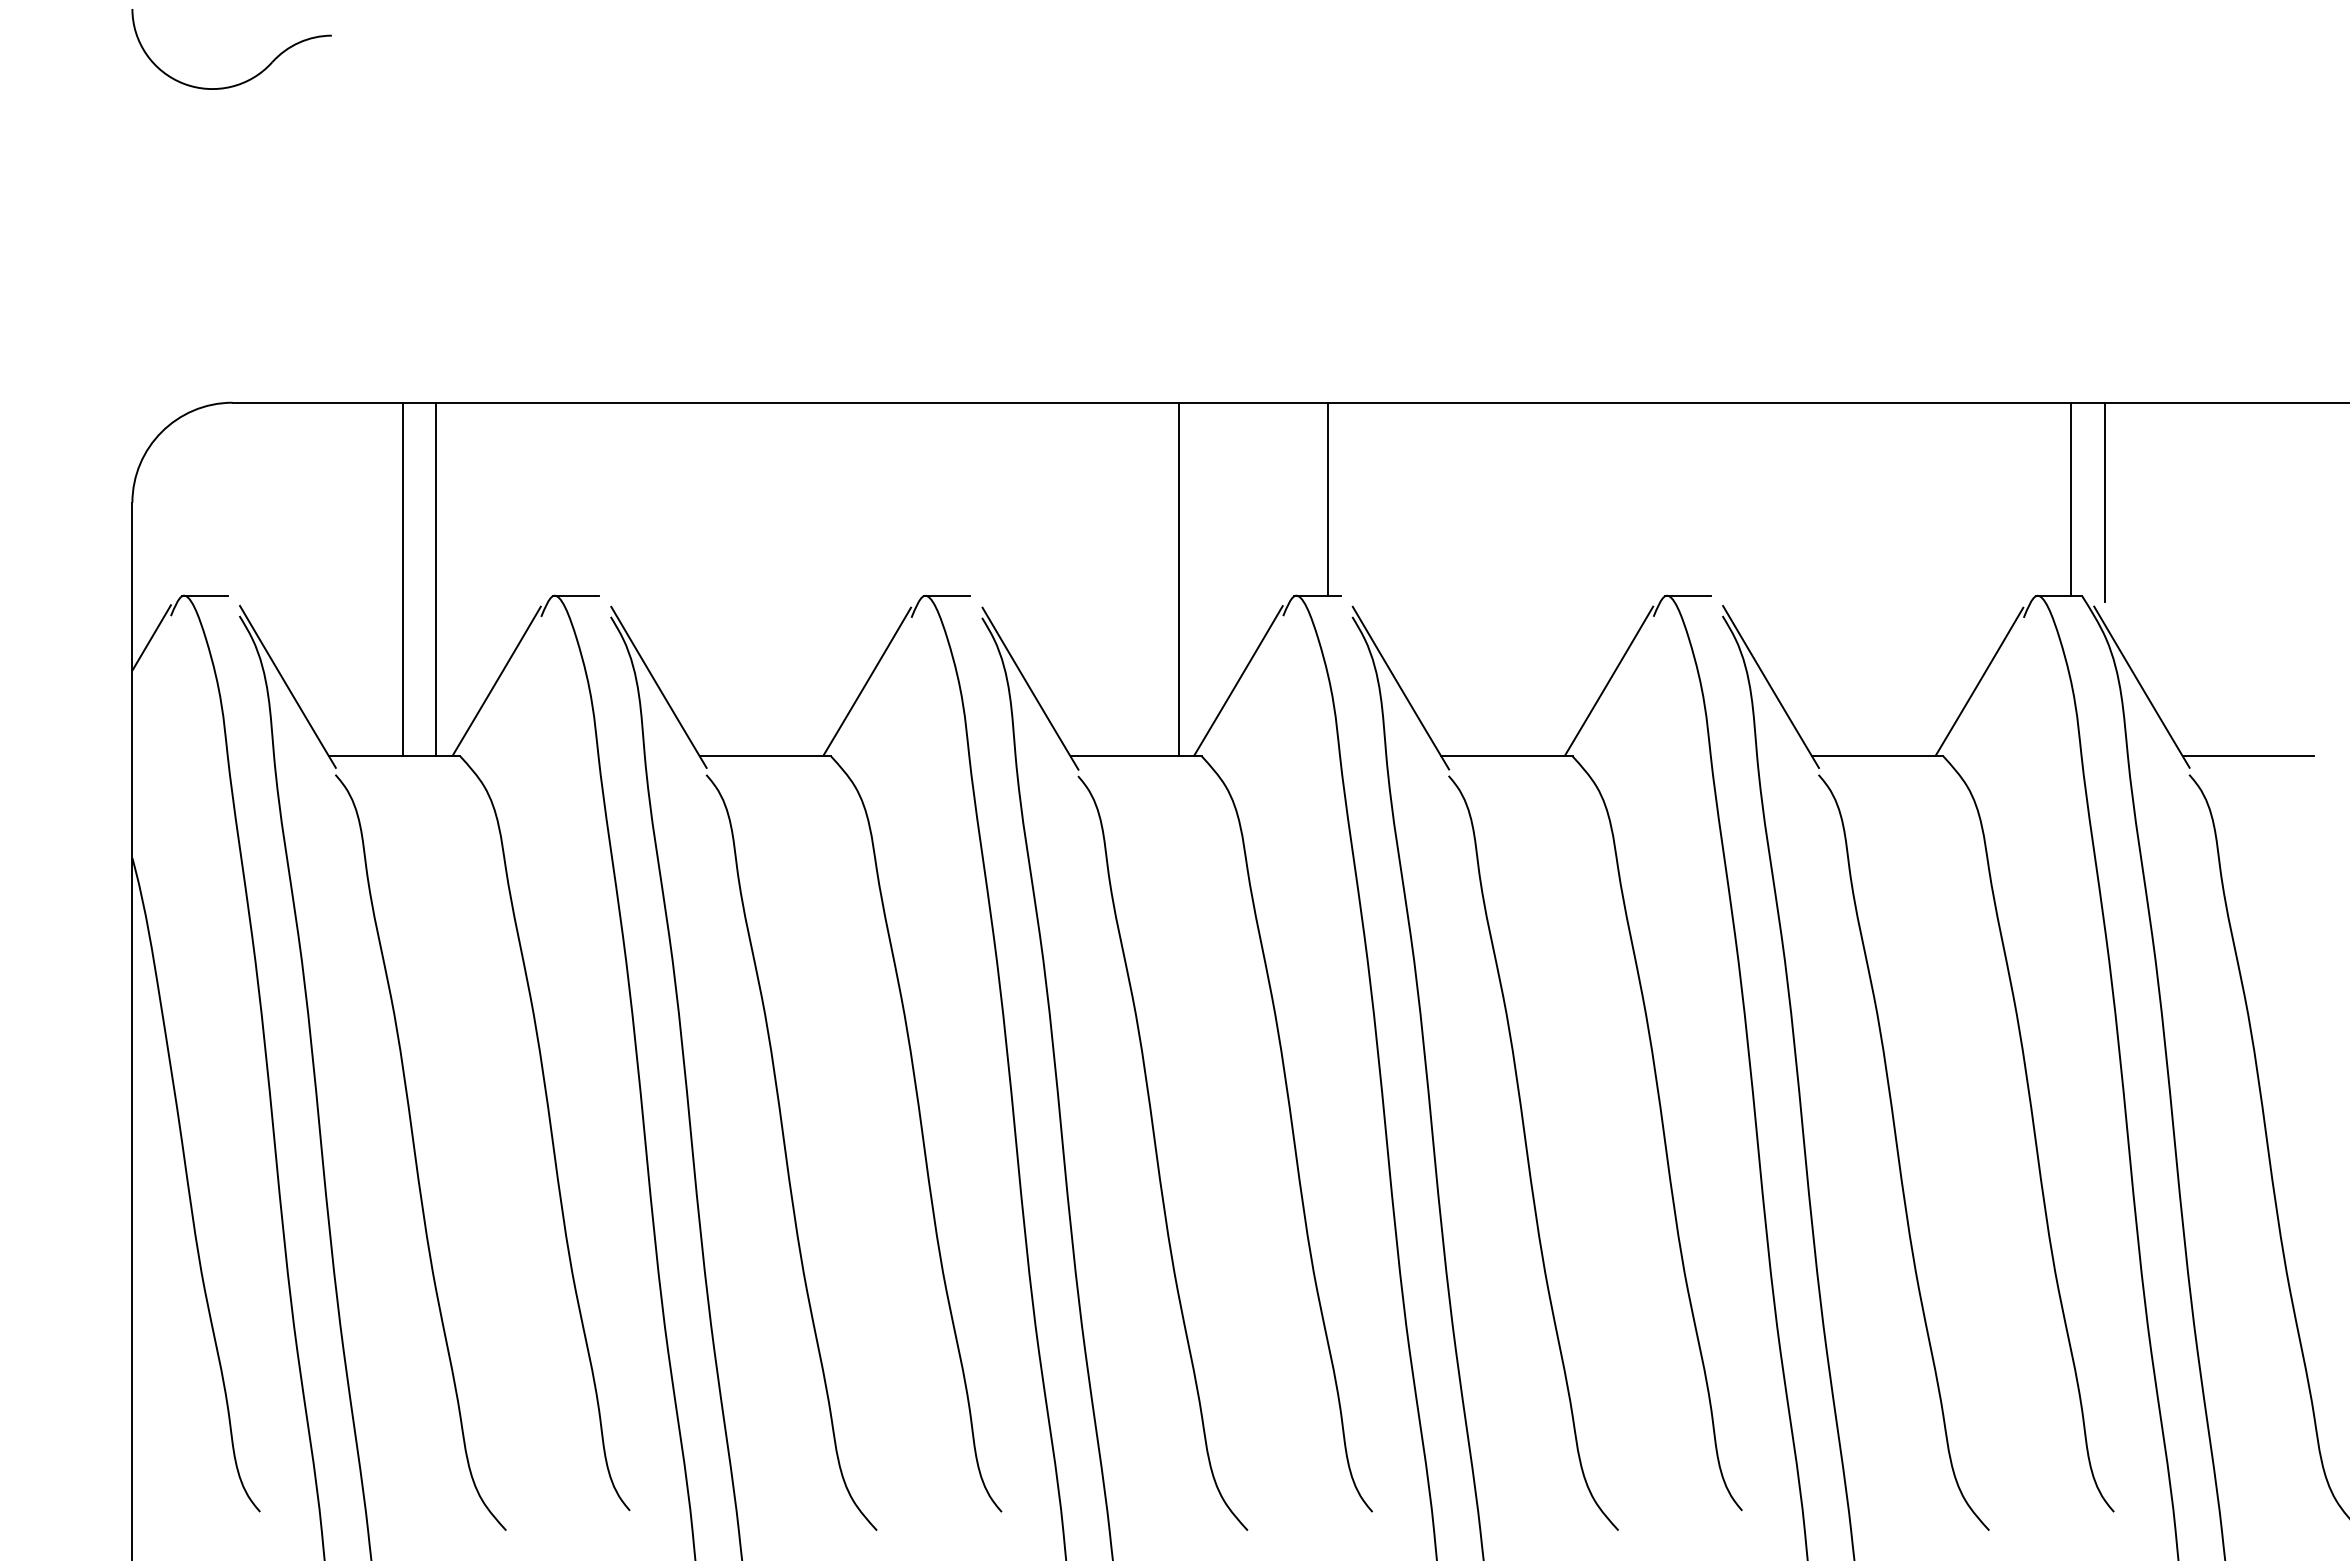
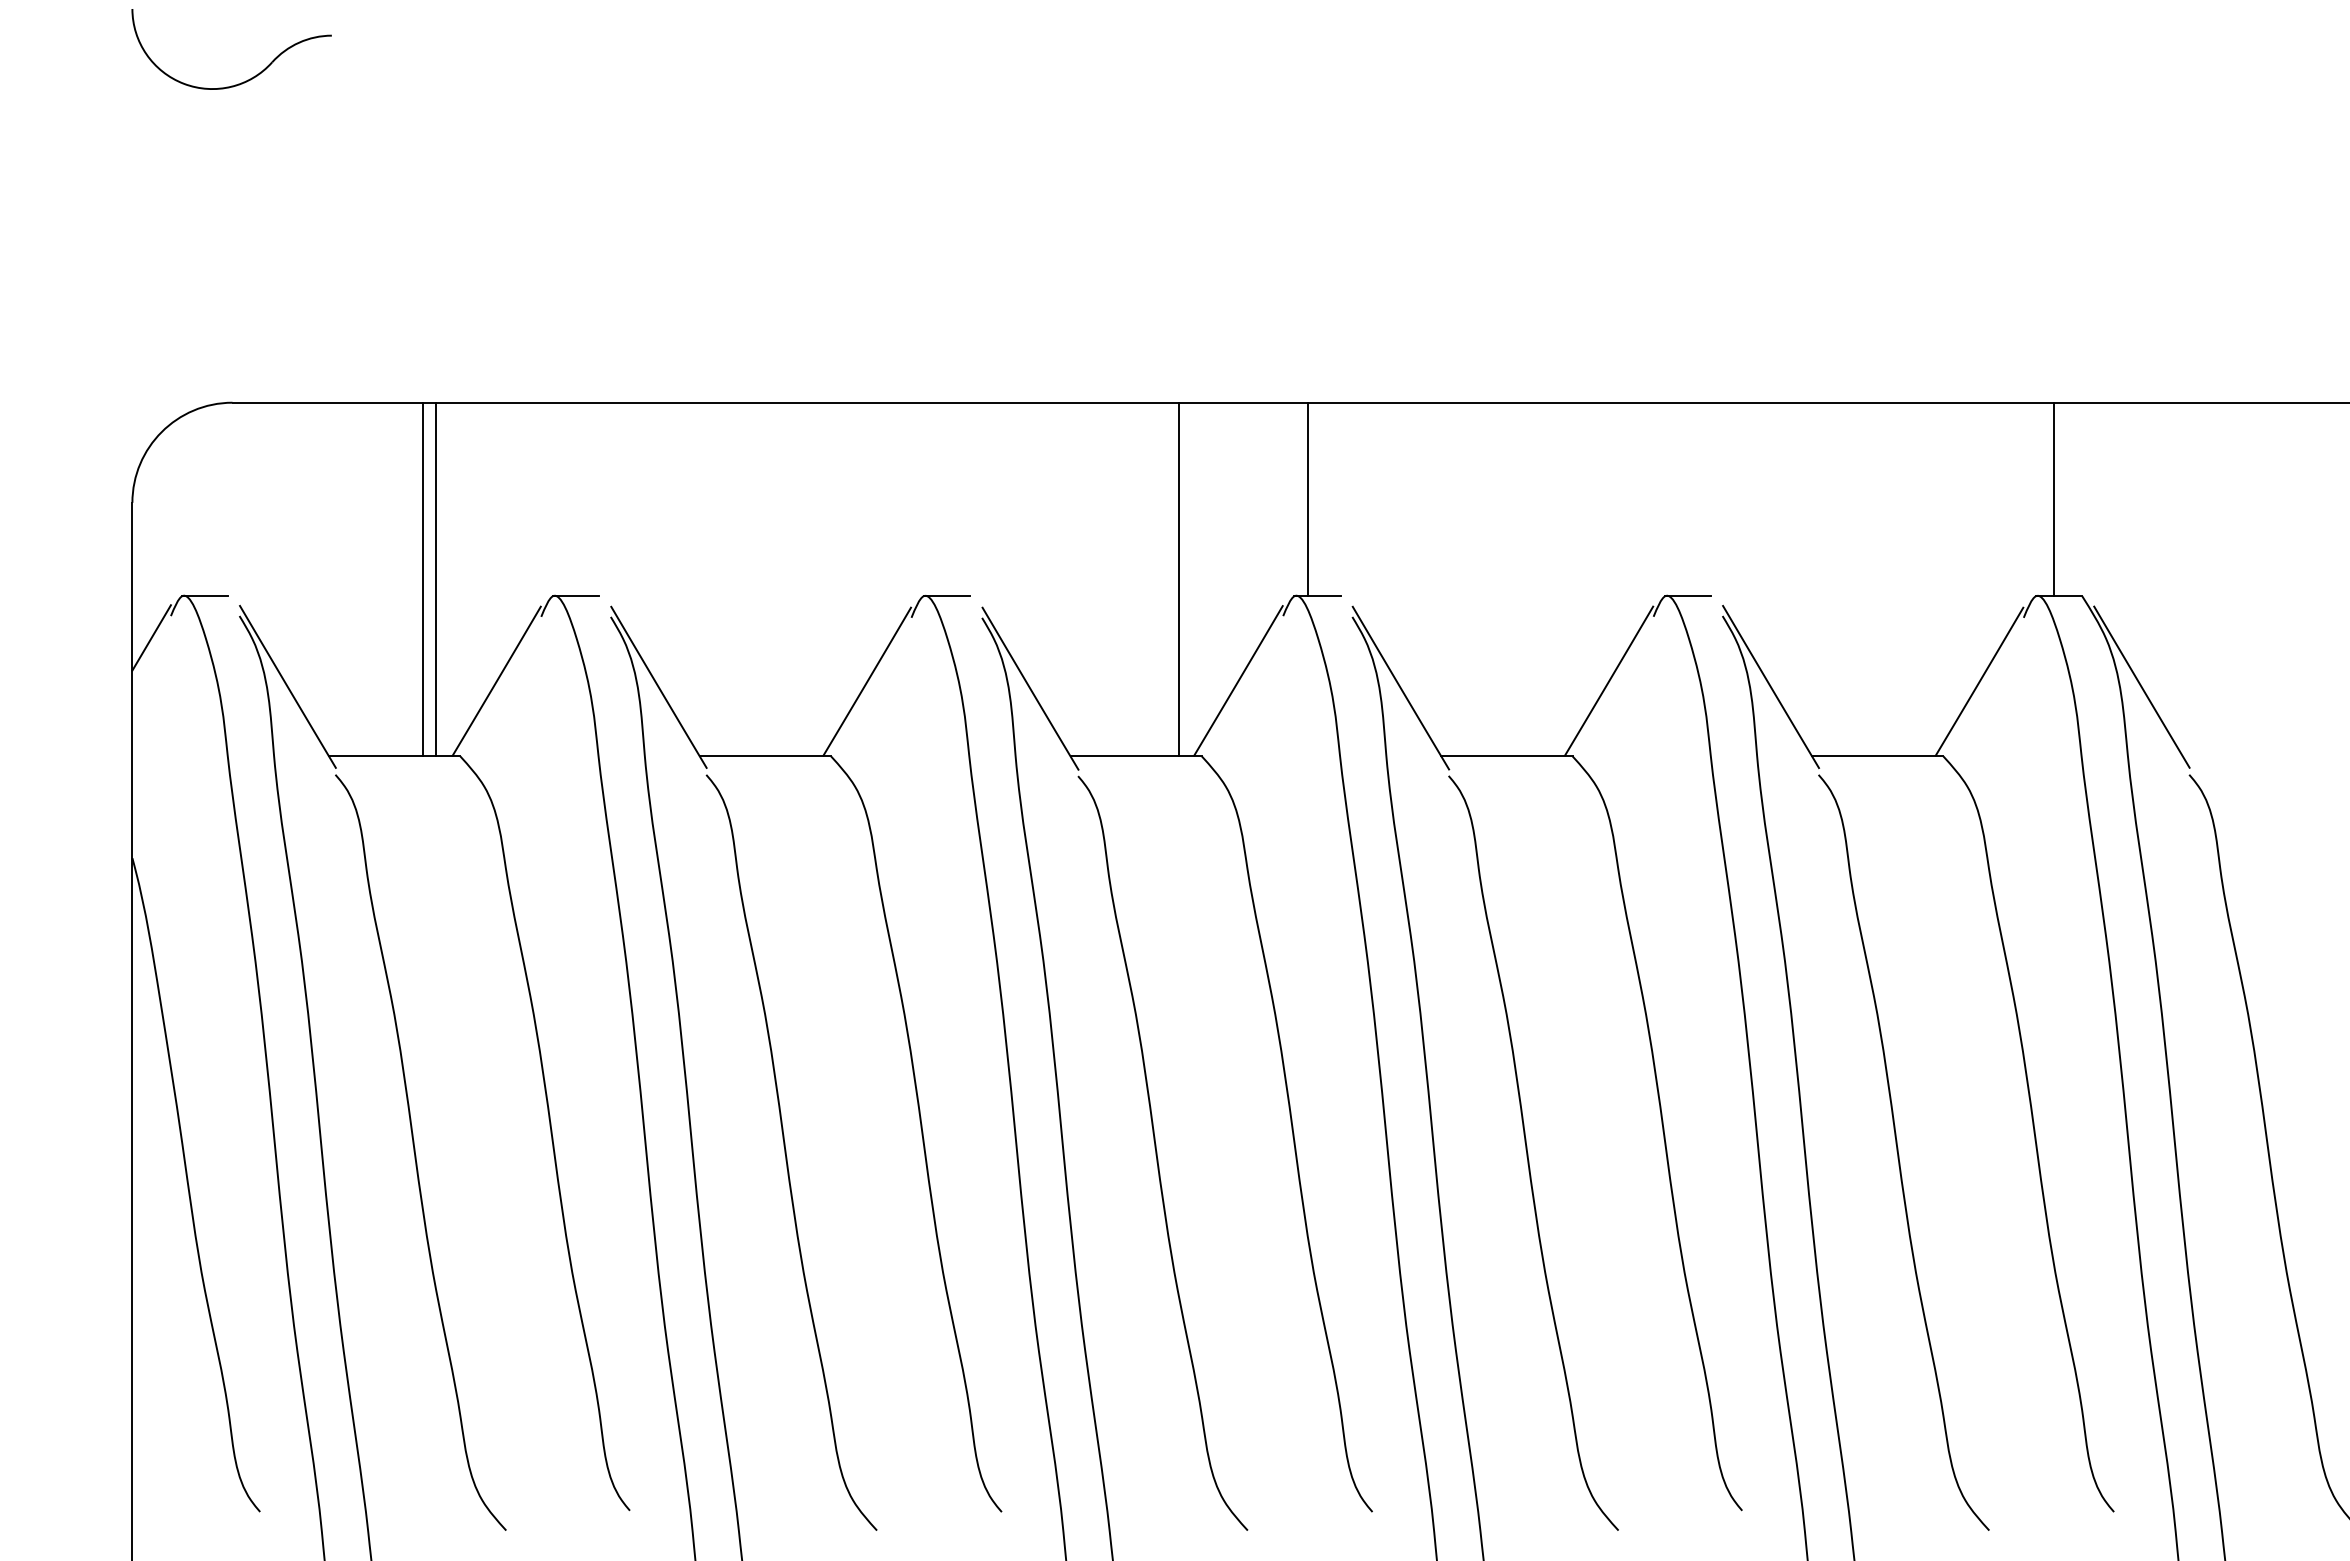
line at (1328, 499) position: (1328, 499) -> (1308, 499)
line at (2071, 499) position: (2071, 499) -> (2054, 499)
line at (2104, 502): present -> none
line at (402, 579) position: (402, 579) -> (422, 579)
line at (2248, 756): present -> none
